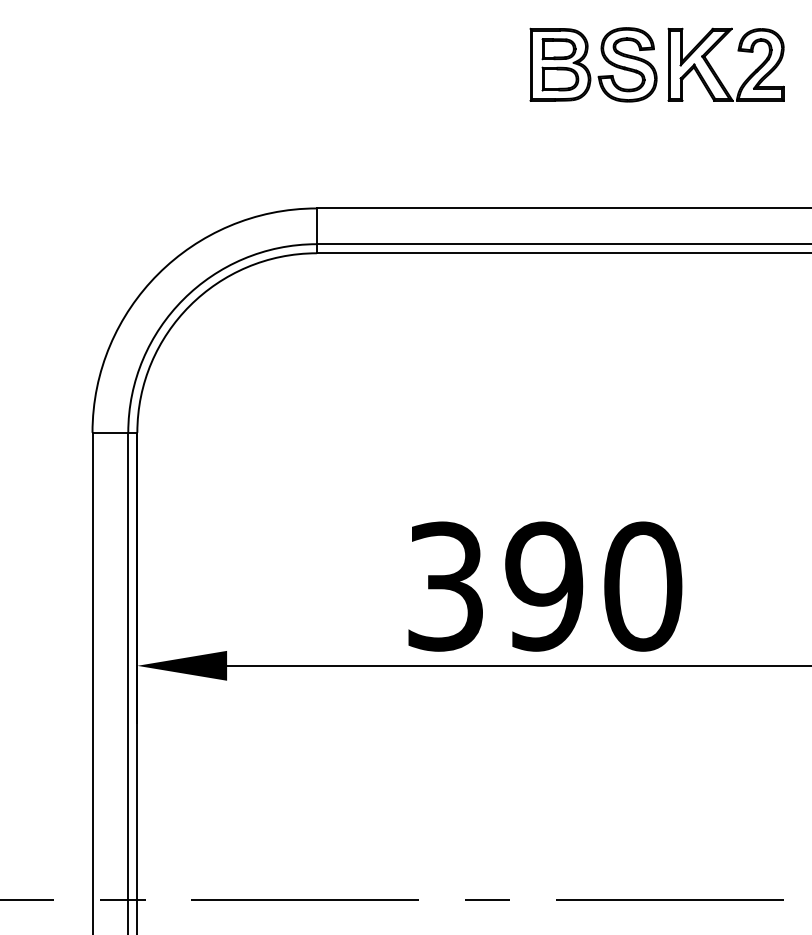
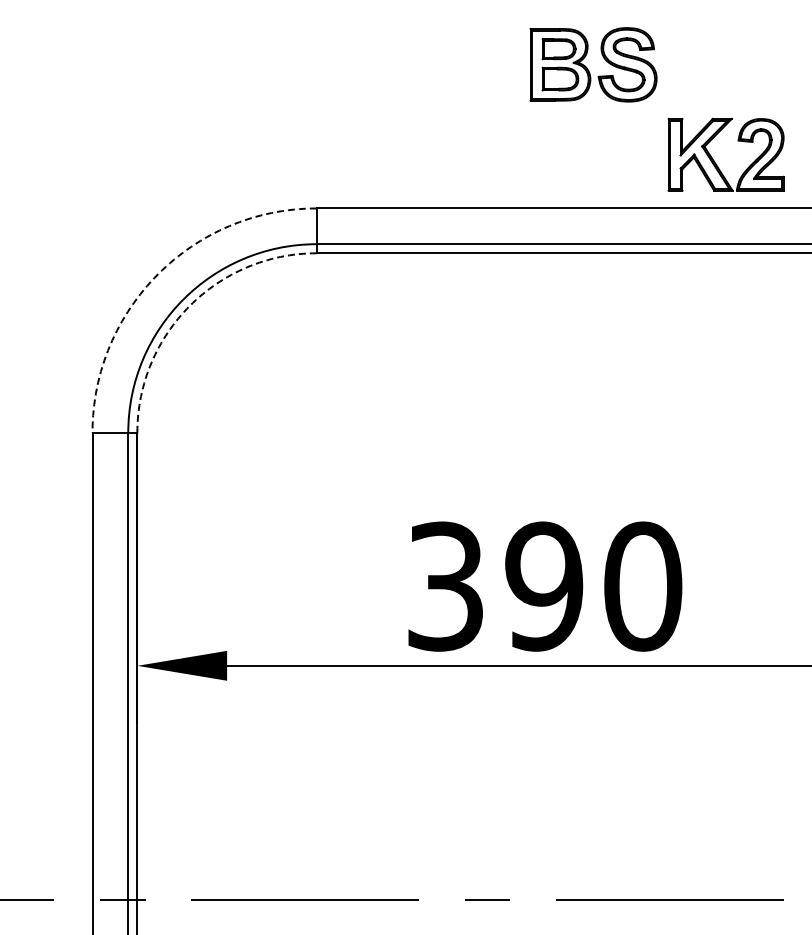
part at (714, 70) position: (714, 70) -> (714, 160)
arc at (158, 274): solid -> dashed
arc at (189, 305): solid -> dashed
